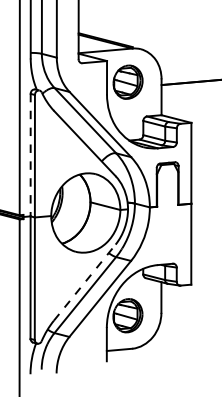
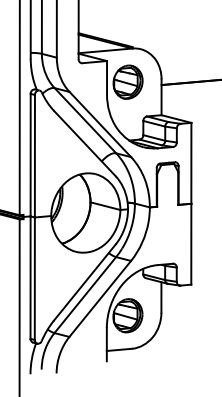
line at (30, 155): dashed -> solid
line at (84, 282): dashed -> solid
